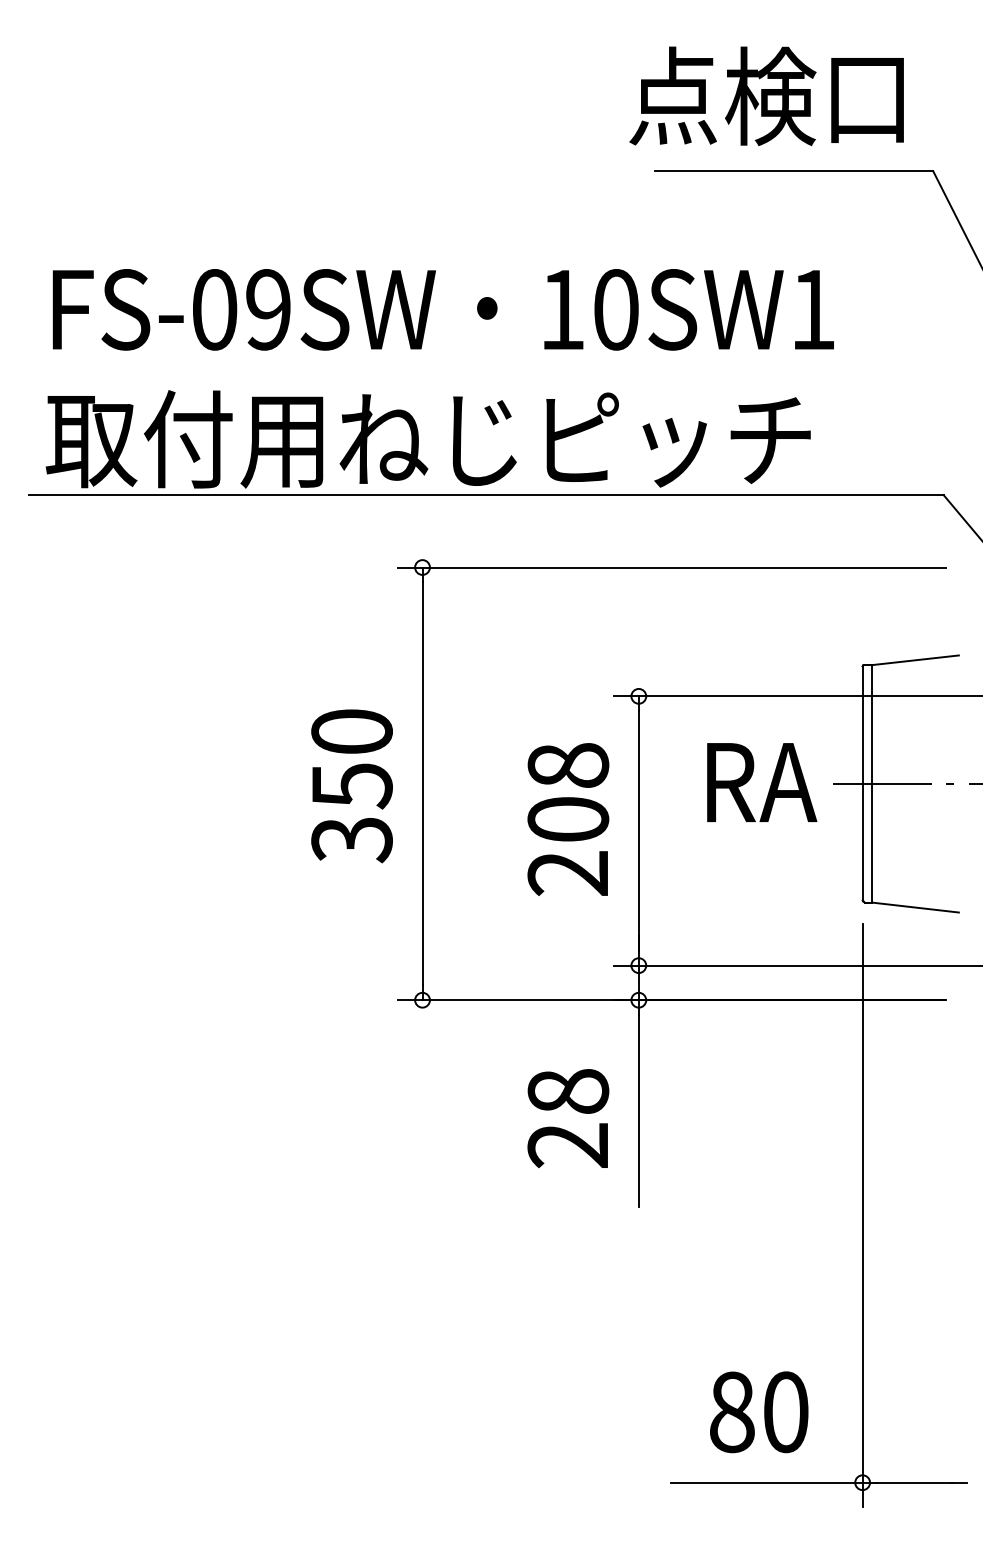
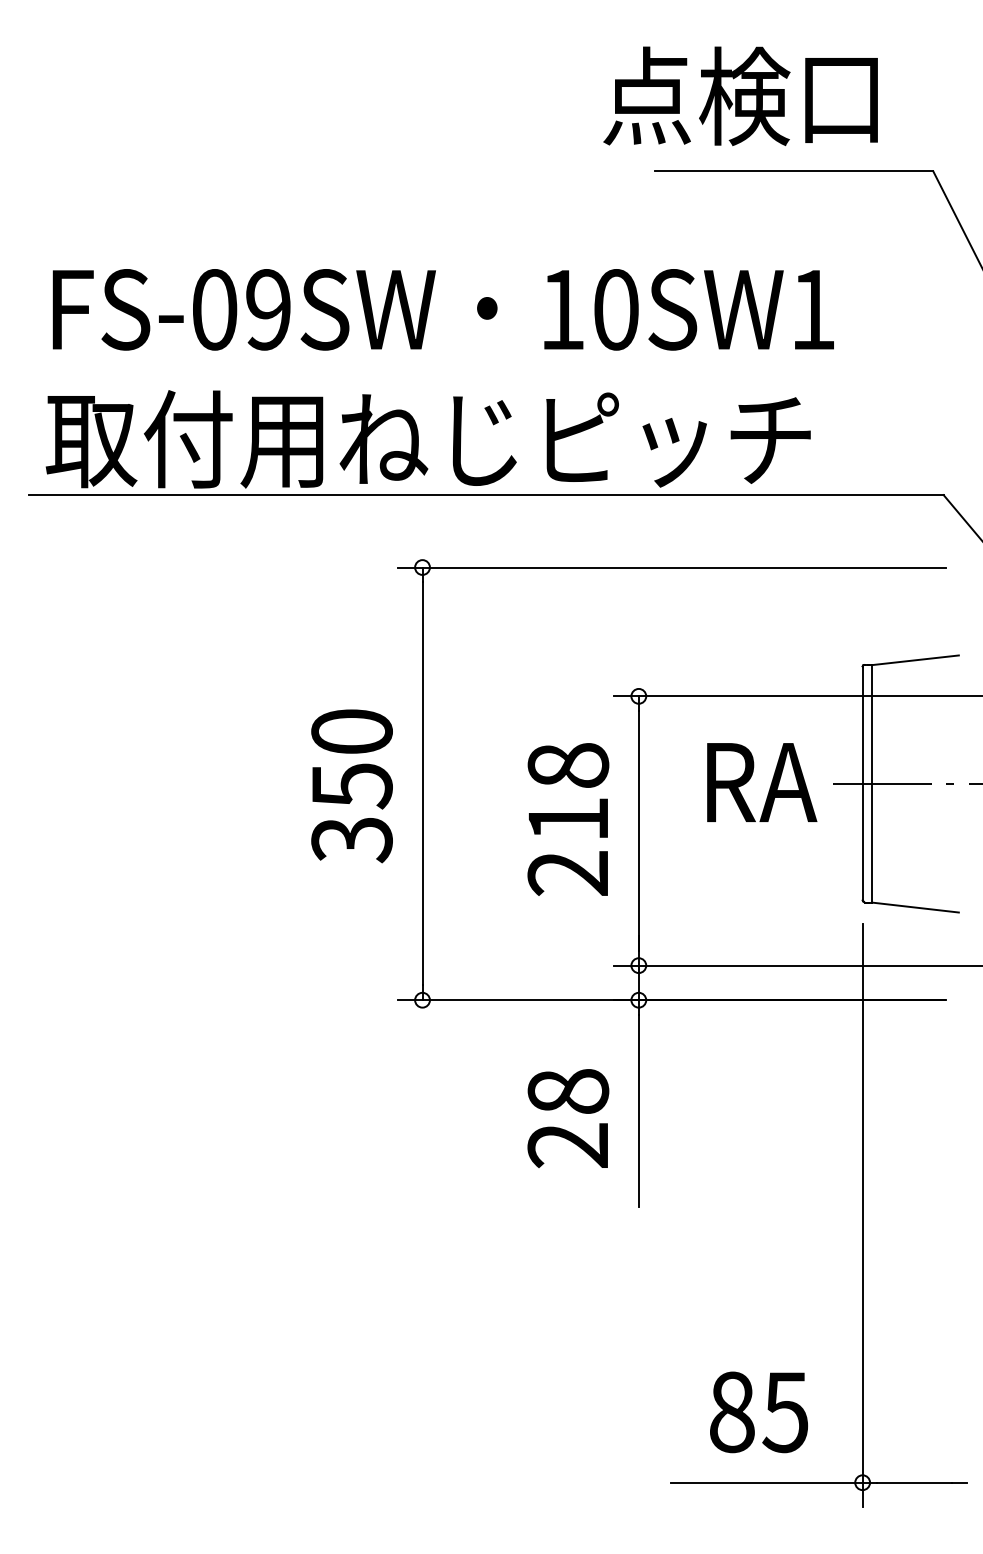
text at (766, 96) position: (766, 96) -> (740, 96)
text at (568, 819): 208 -> 218
text at (785, 1412): 80 -> 85
